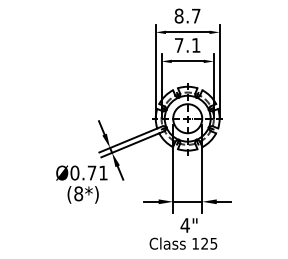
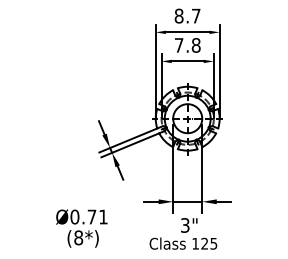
text at (195, 45): 7.1 -> 7.8
text at (81, 184) position: (81, 184) -> (81, 228)
text at (184, 225): 4" -> 3"
